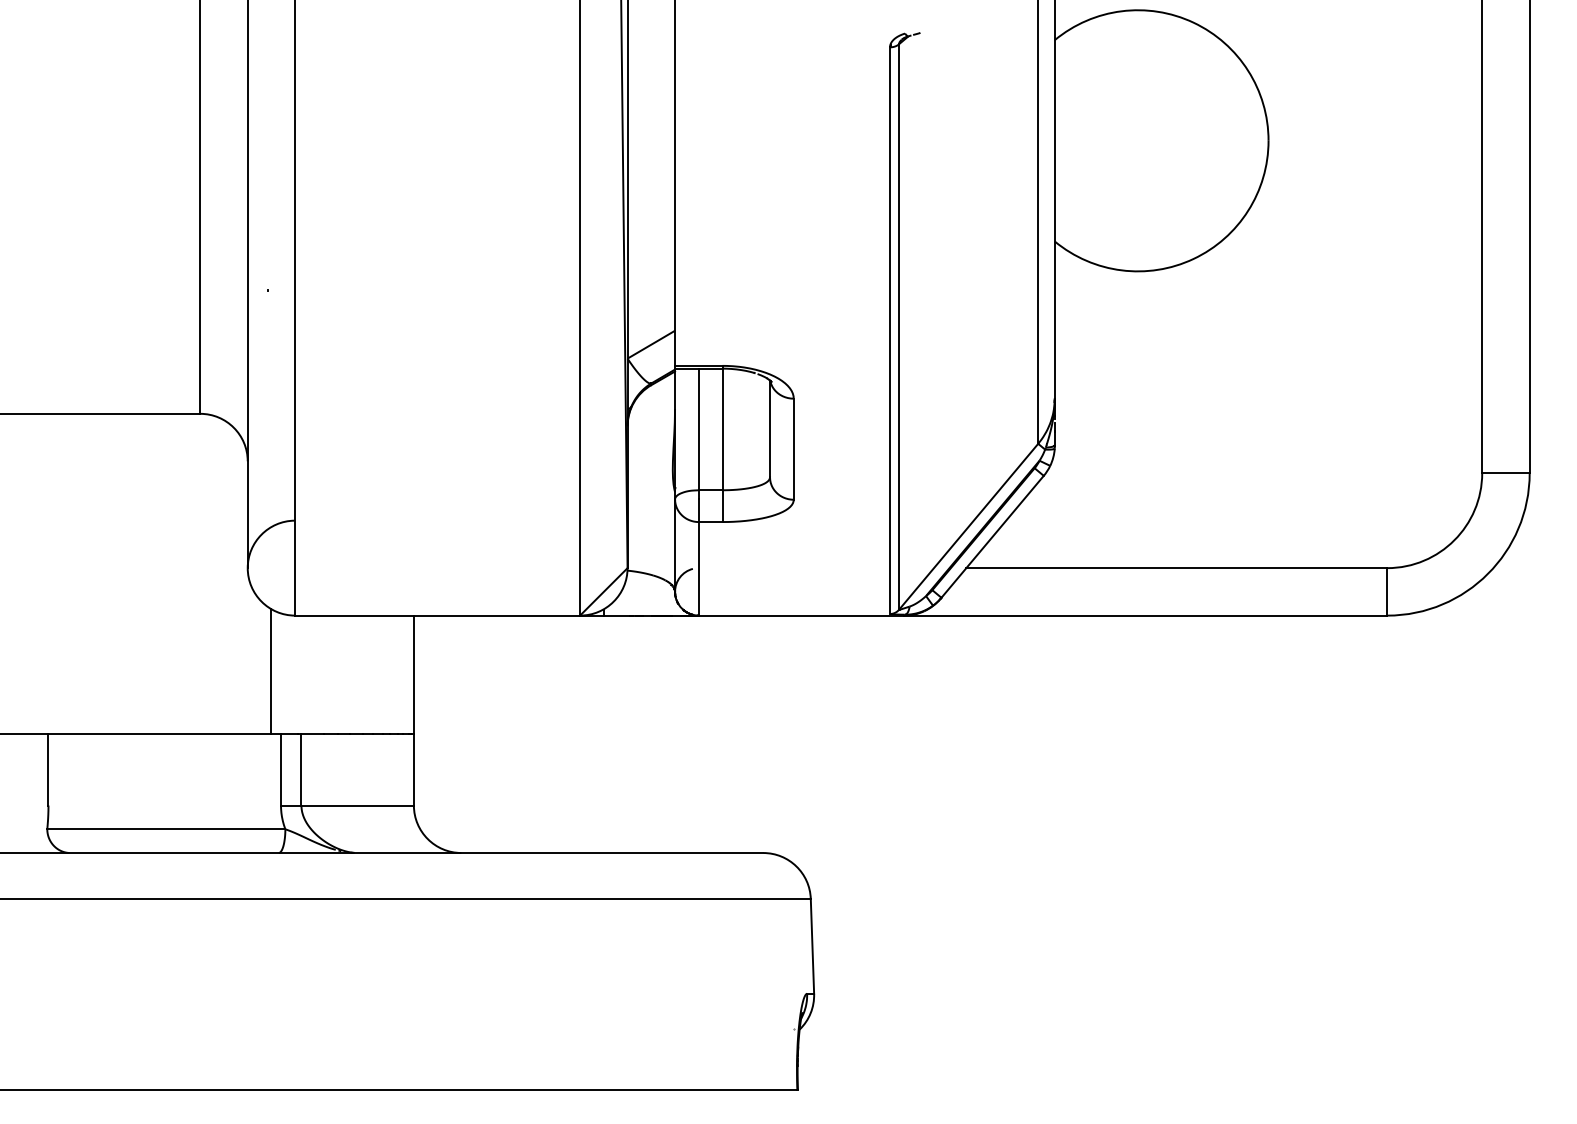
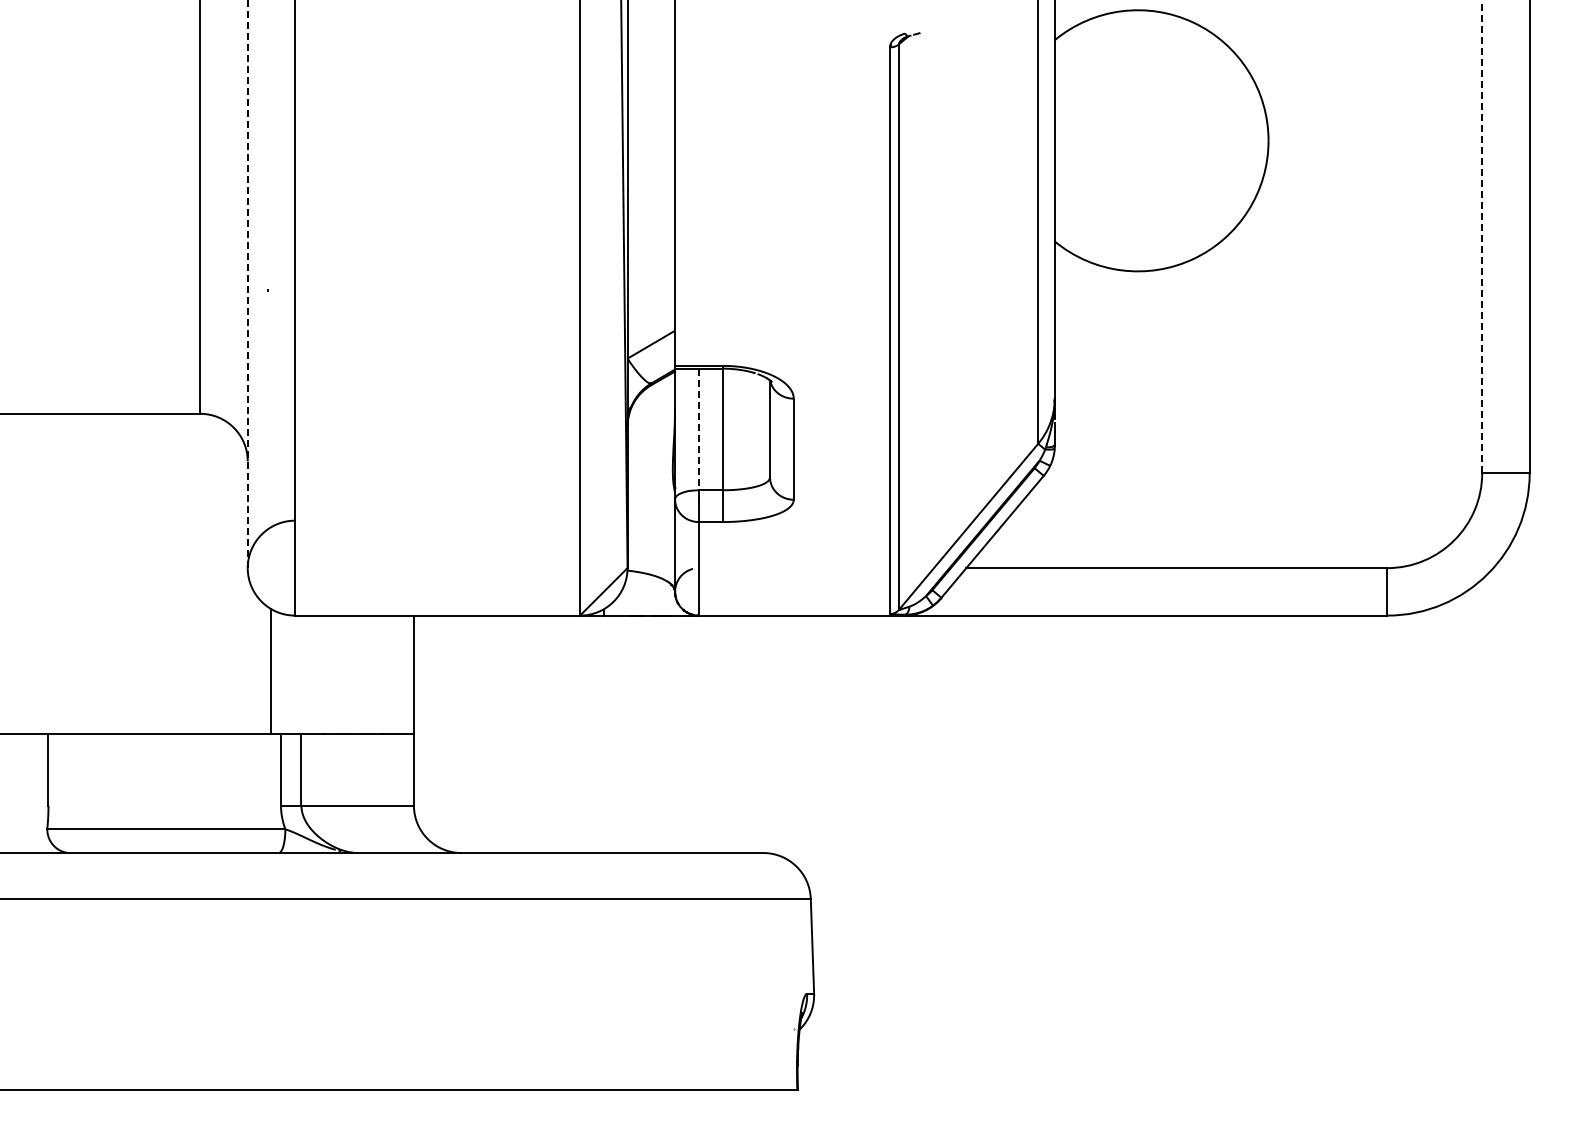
line at (1482, 236): solid -> dashed
line at (247, 284): solid -> dashed
line at (698, 429): solid -> dashed
